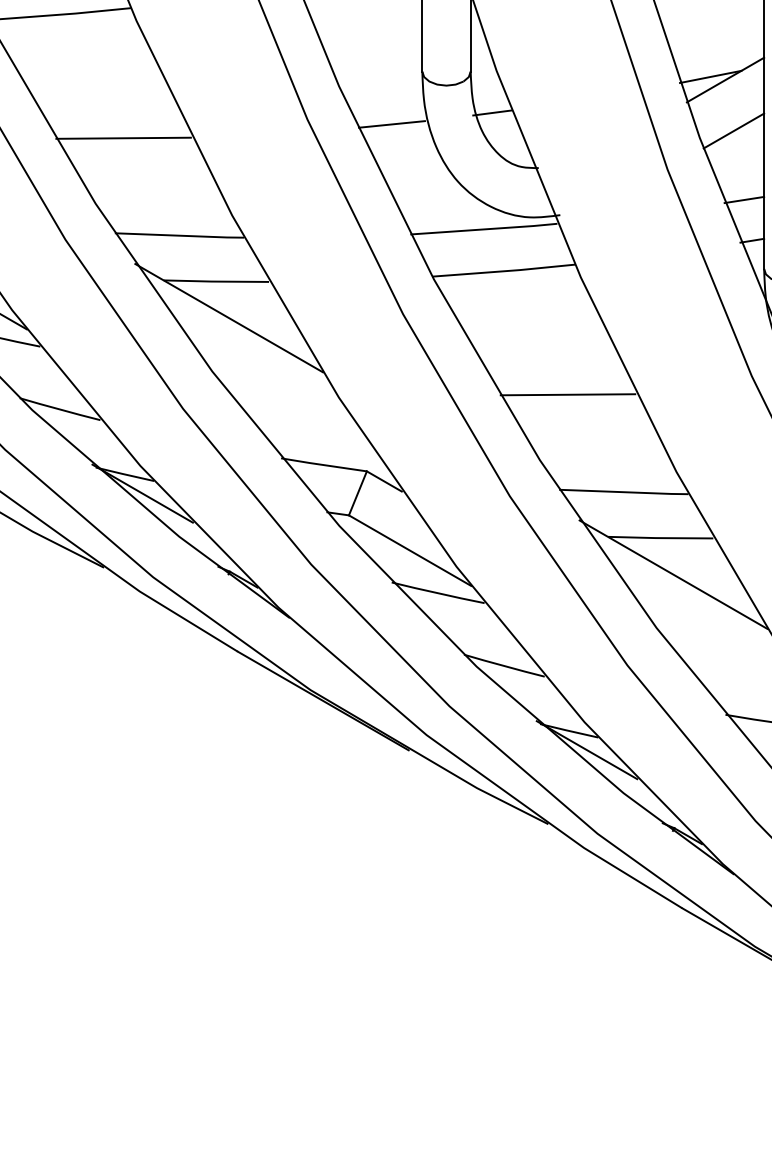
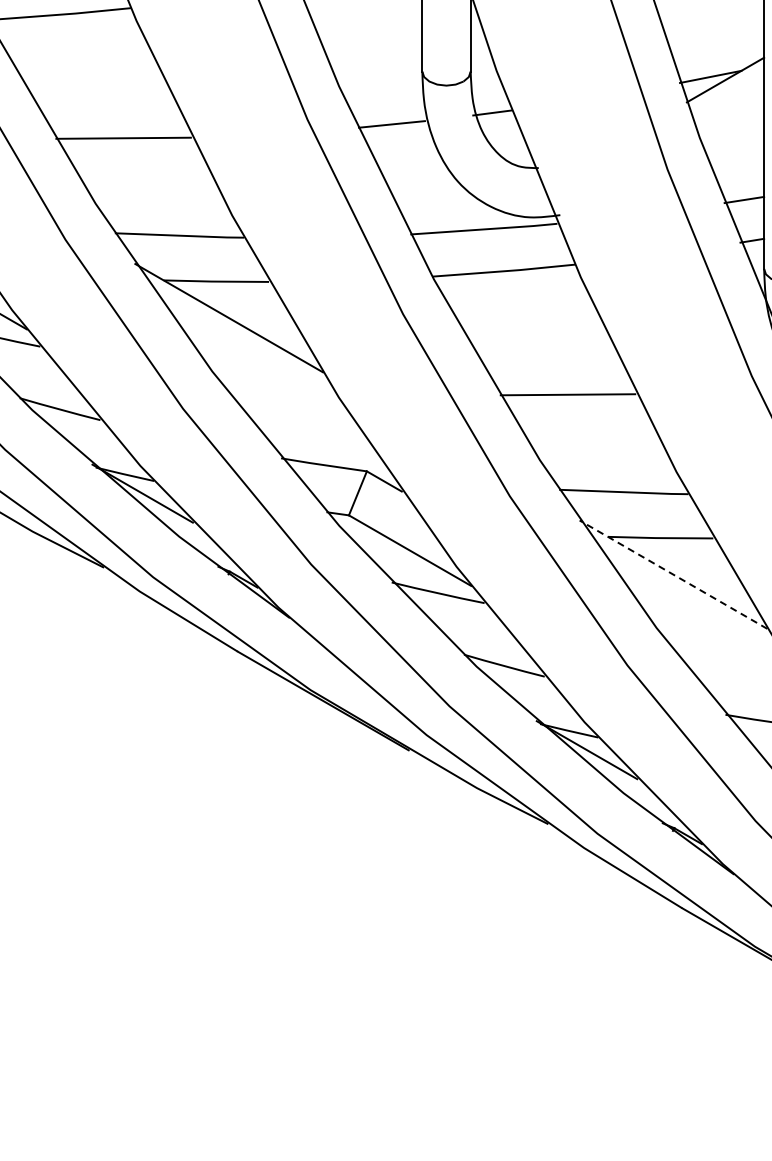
line at (733, 130): present -> none
line at (673, 574): solid -> dashed
